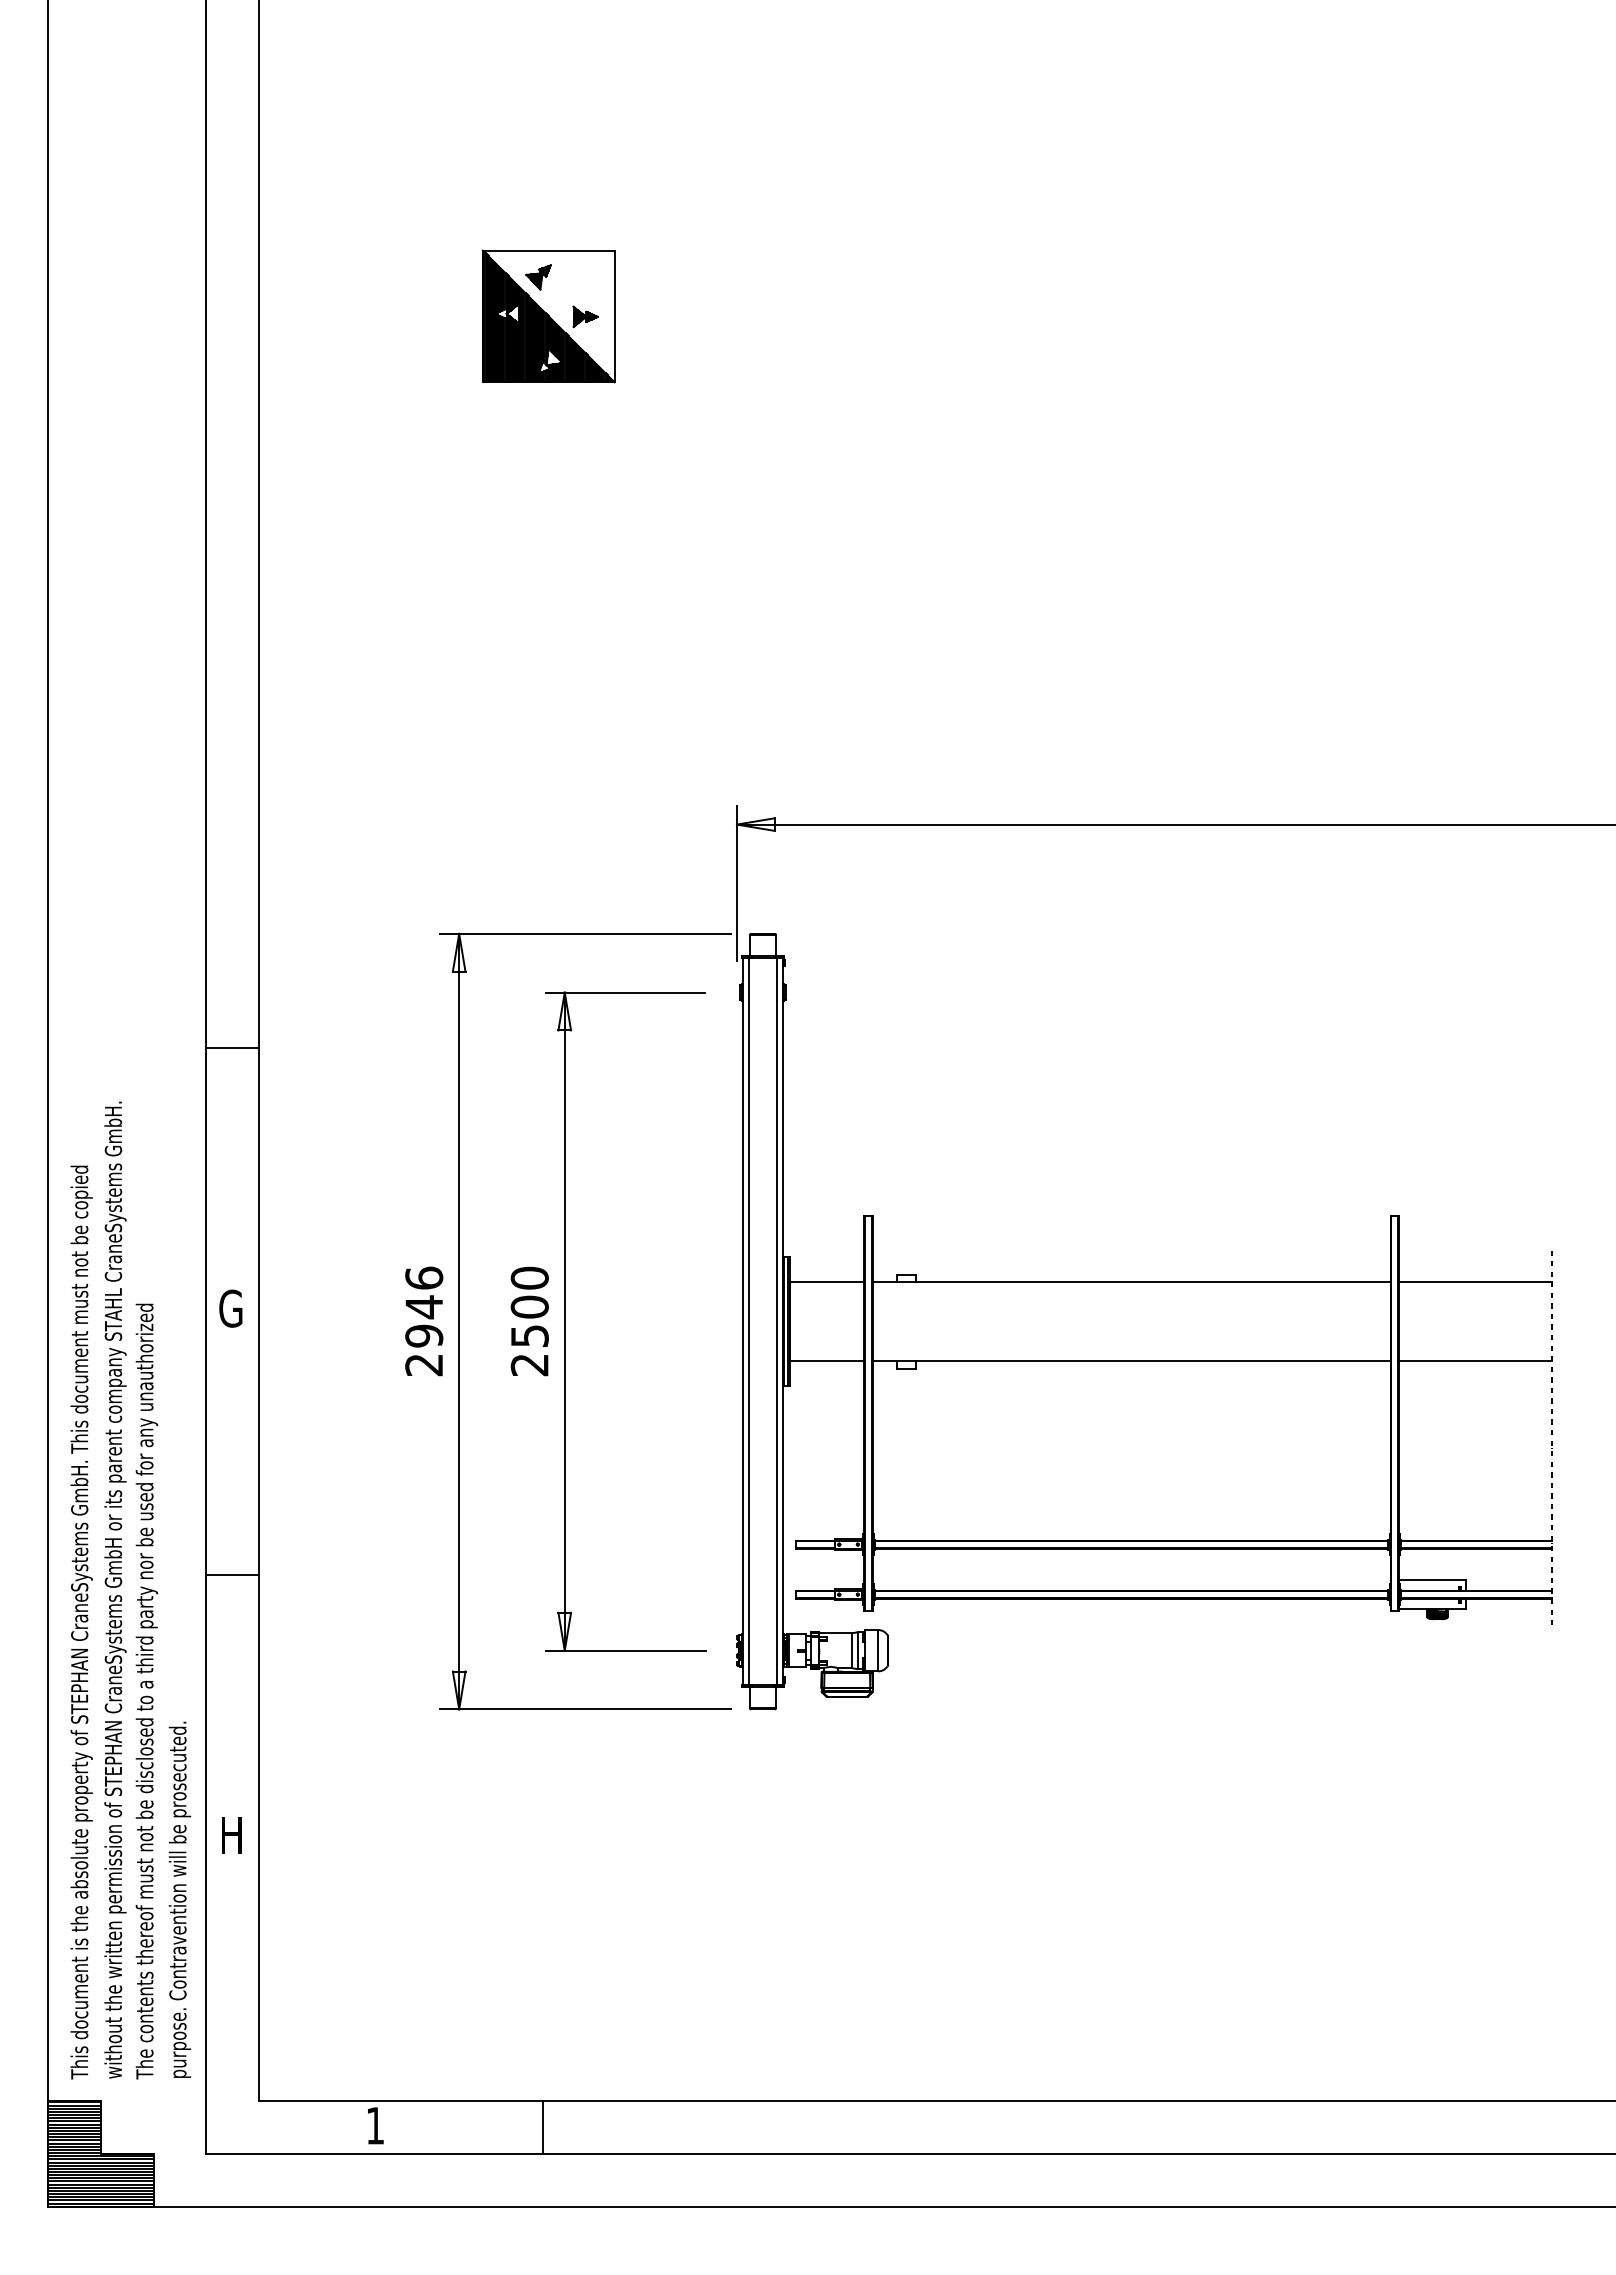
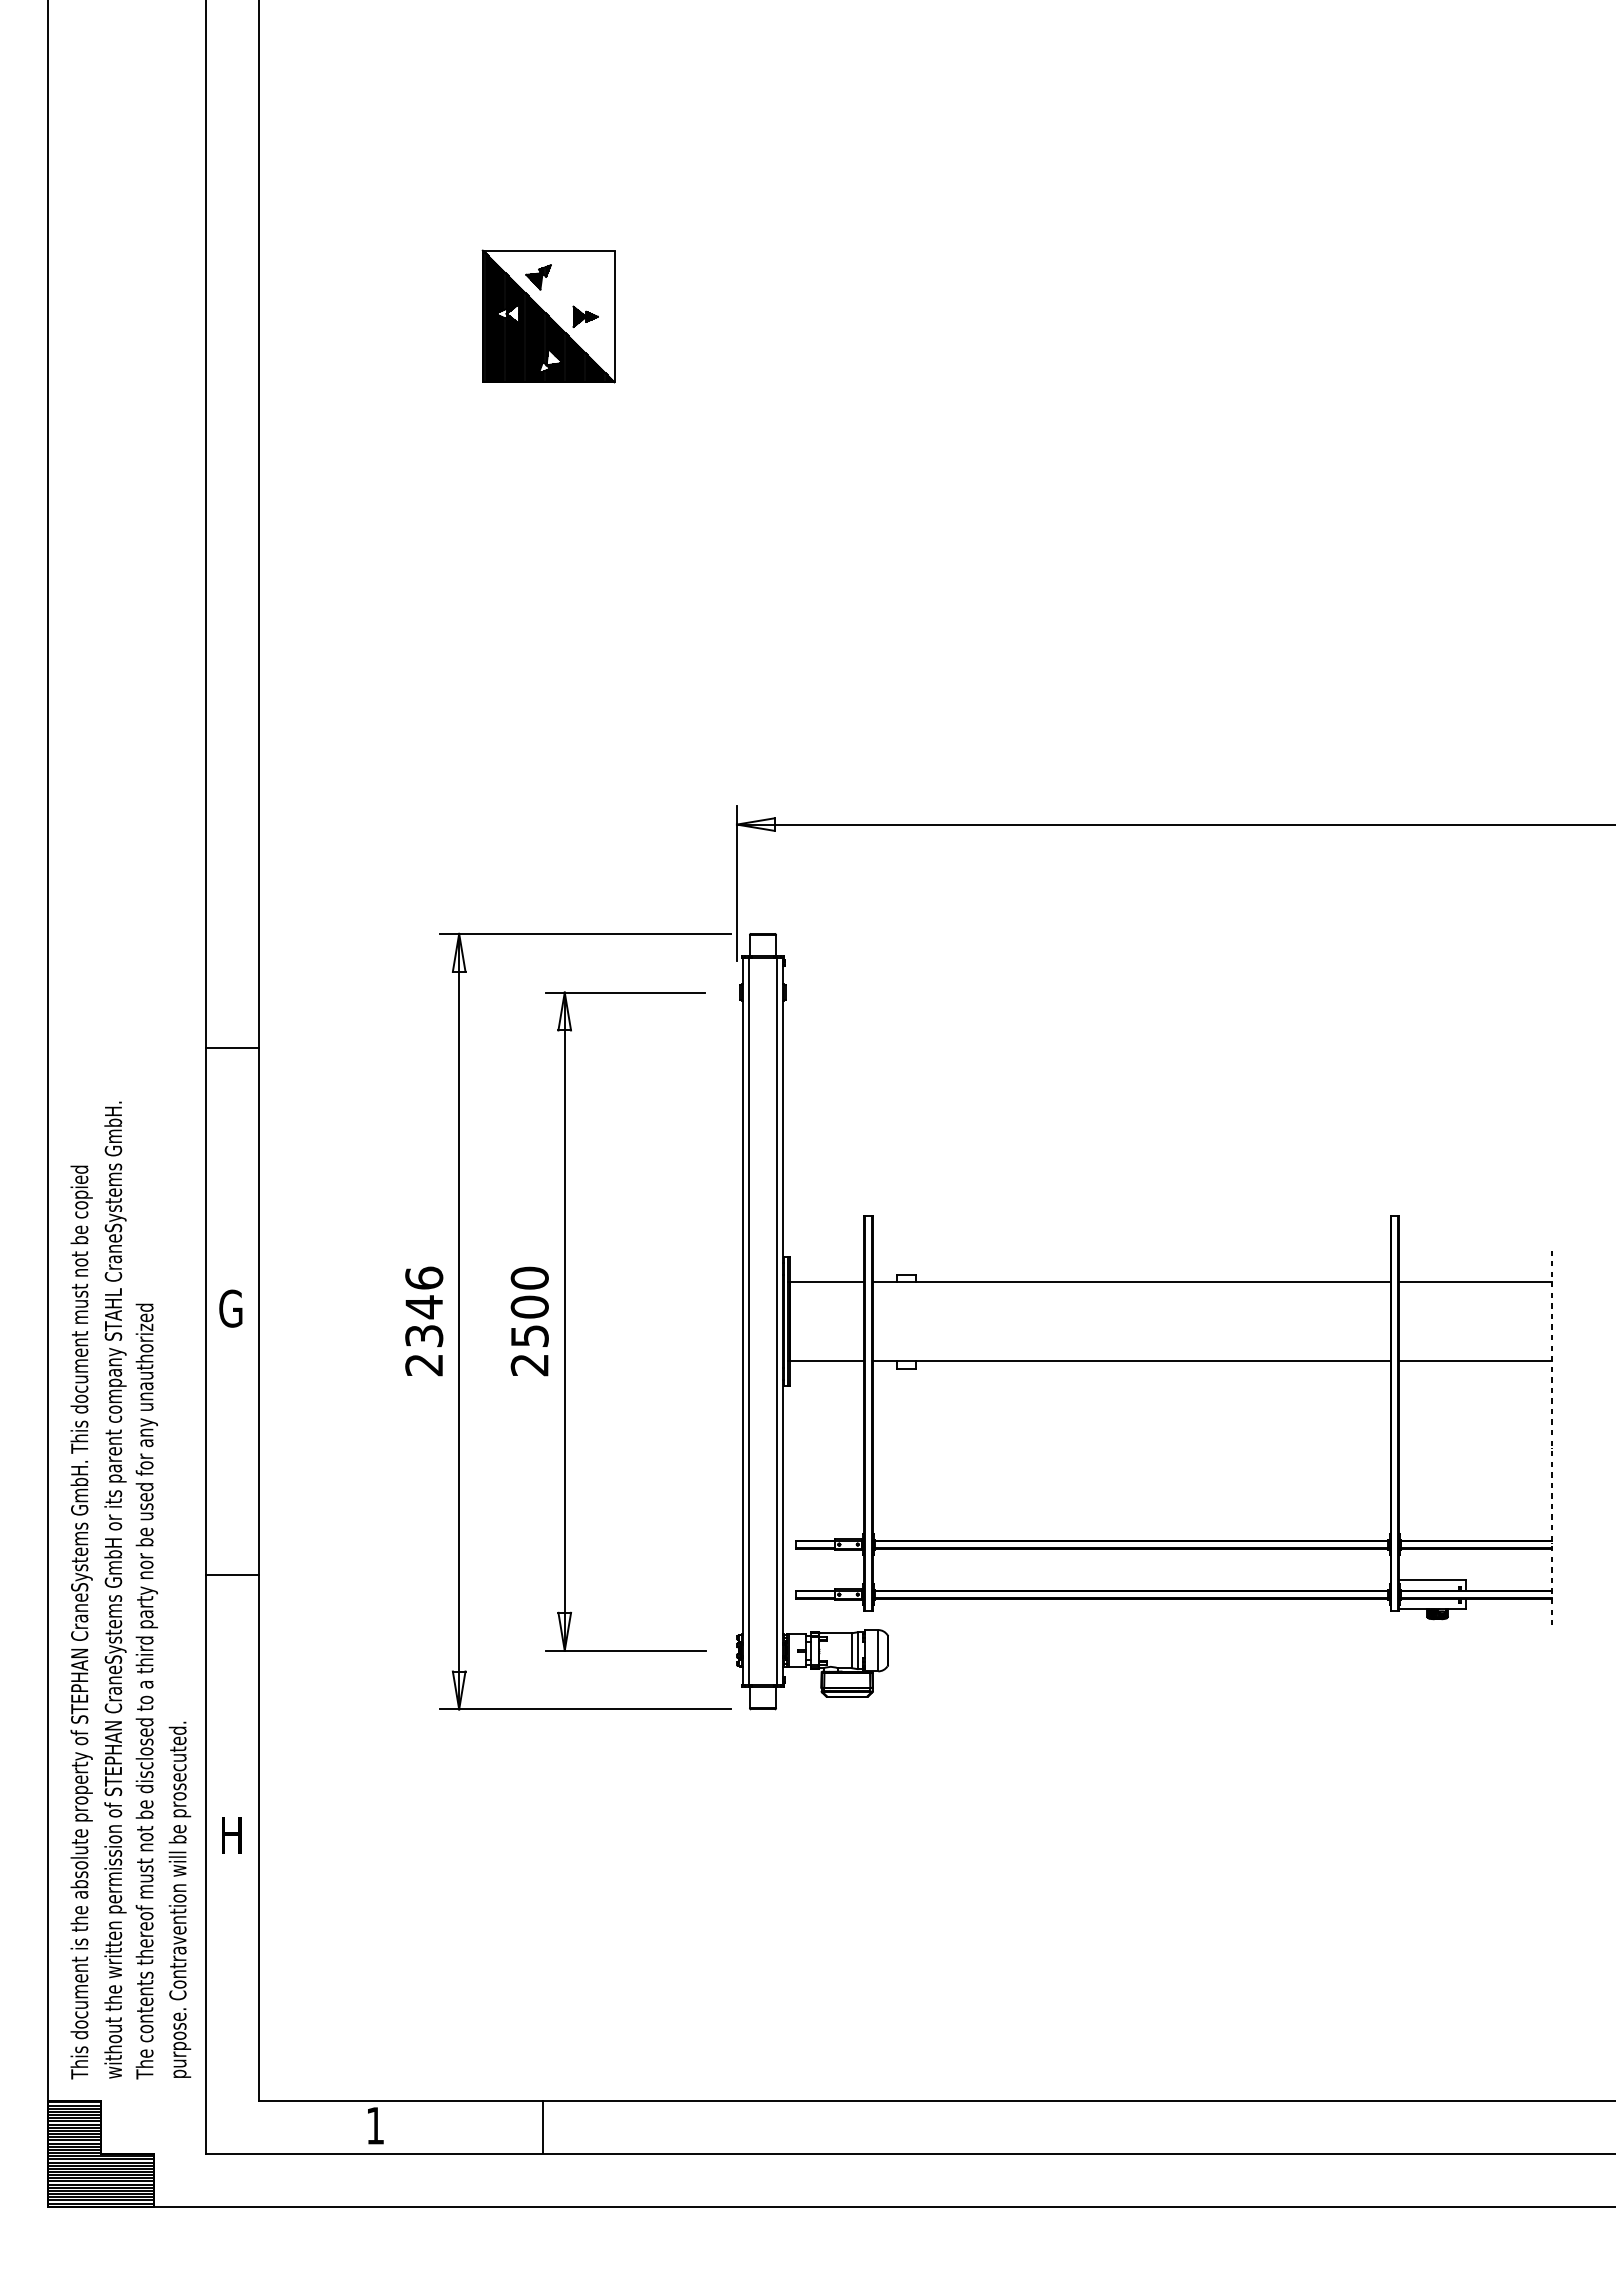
text at (424, 1335): 2946 -> 2346
